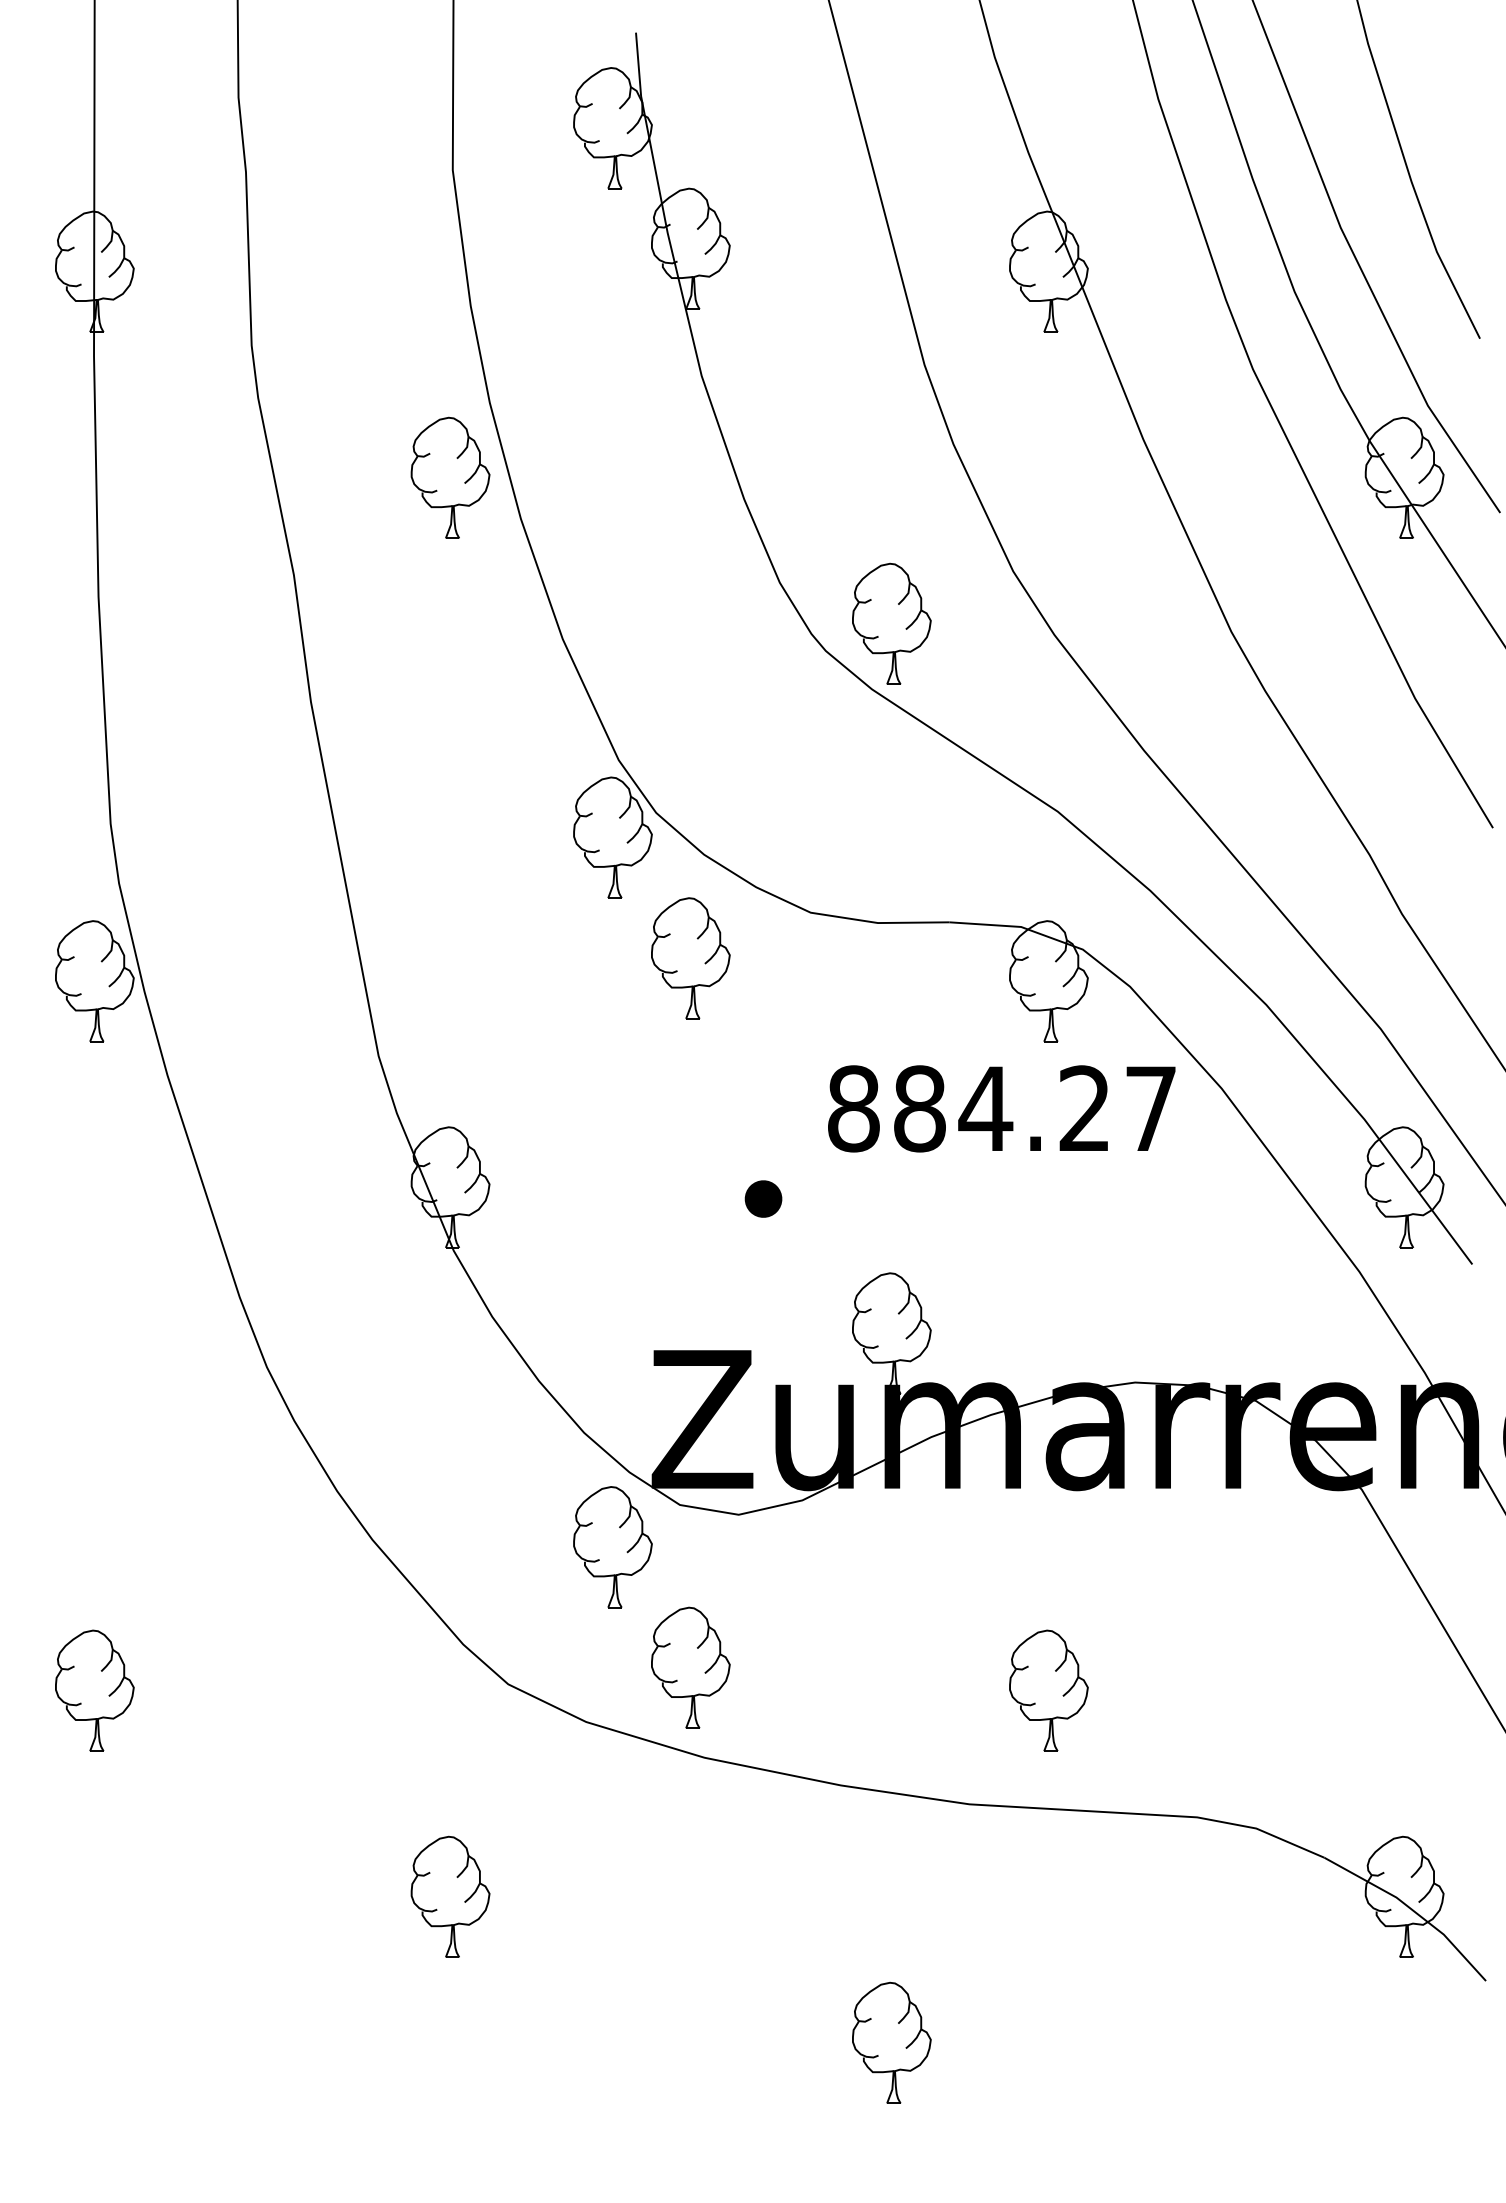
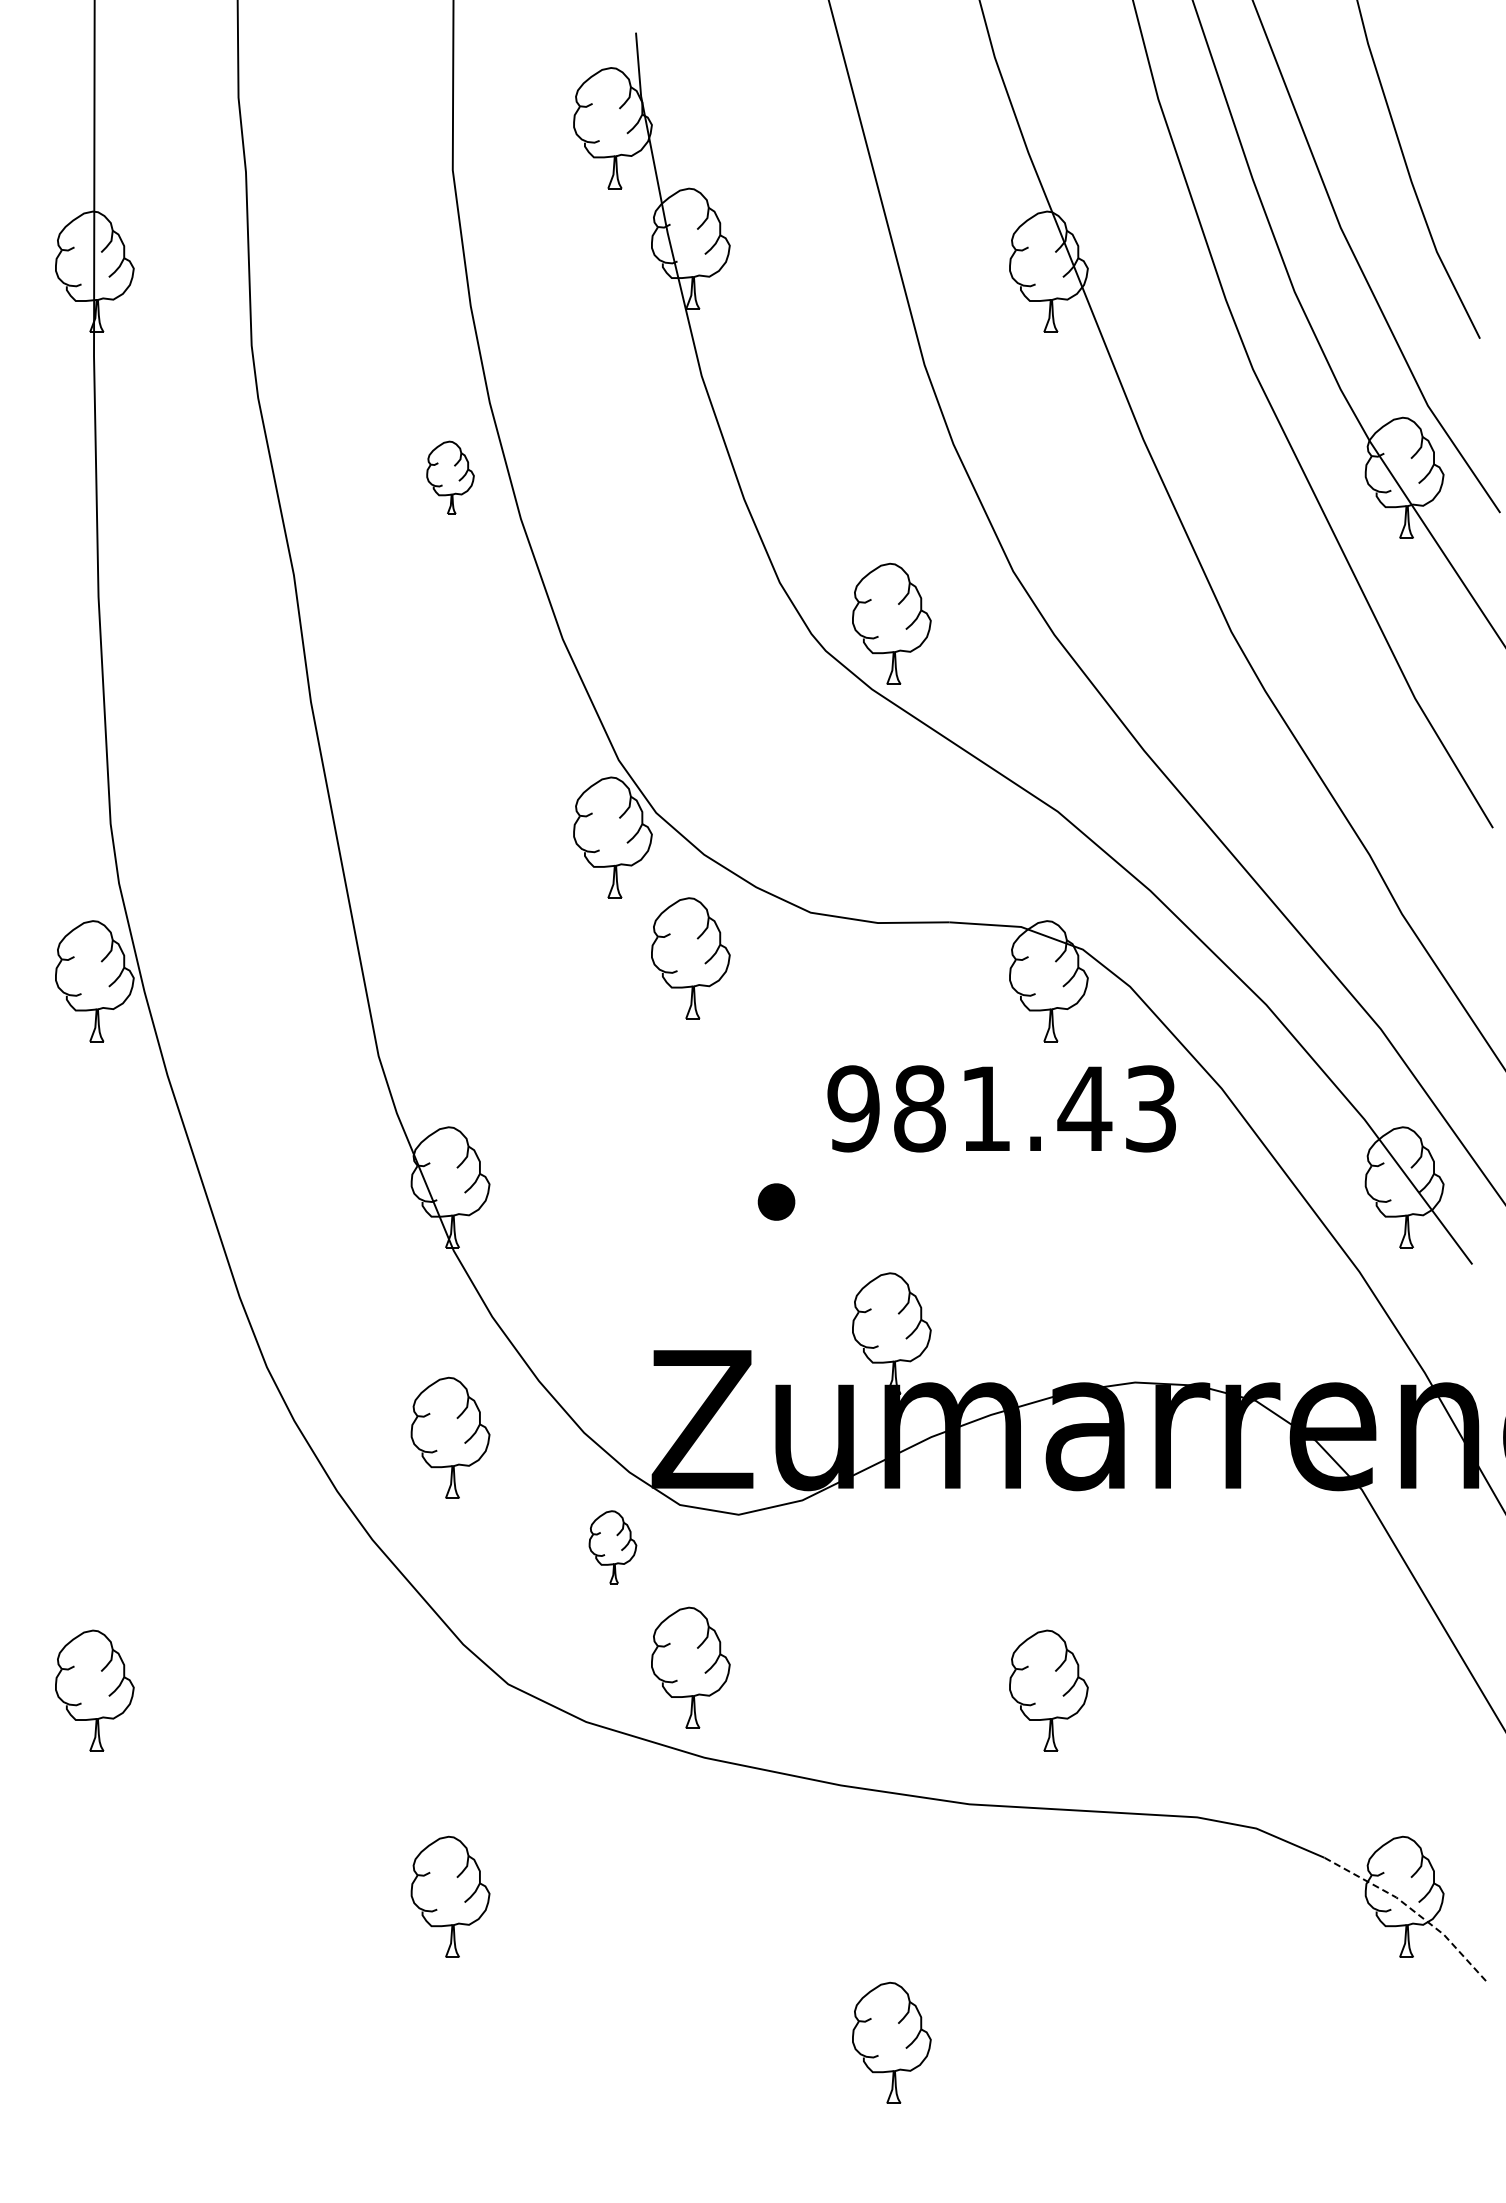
part at (450, 477) size: 81x123 px -> 49x75 px
text at (1001, 1108): 884.27 -> 981.43
part at (763, 1198) position: (763, 1198) -> (776, 1201)
part at (450, 1437): none -> present
part at (612, 1547) size: 80x123 px -> 50x75 px
line at (1412, 1909): solid -> dashed
